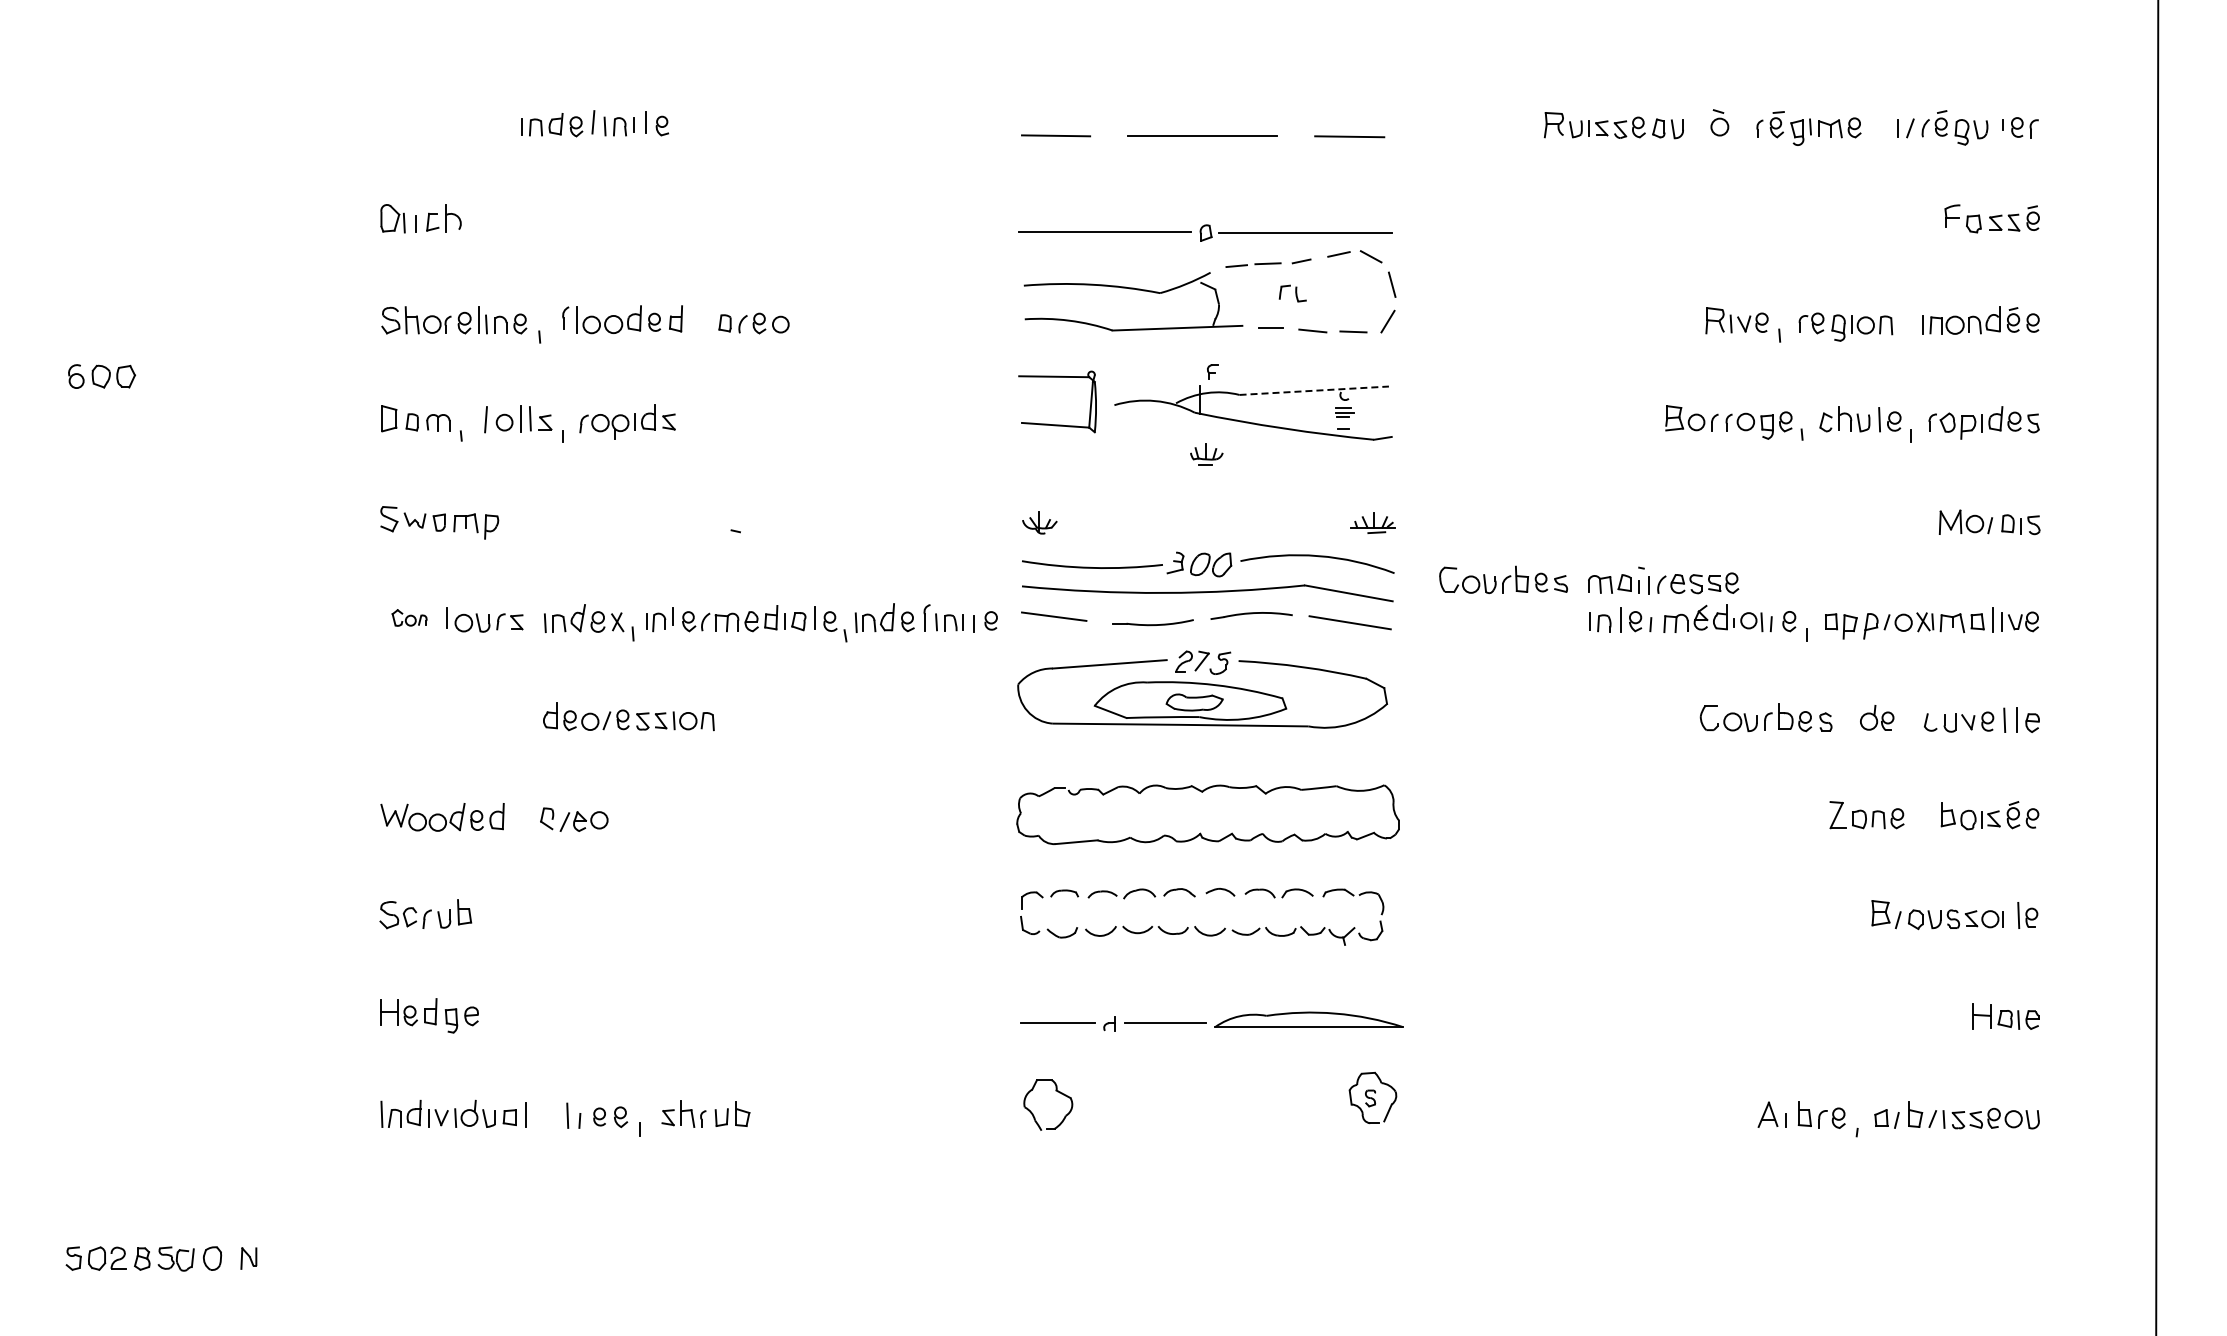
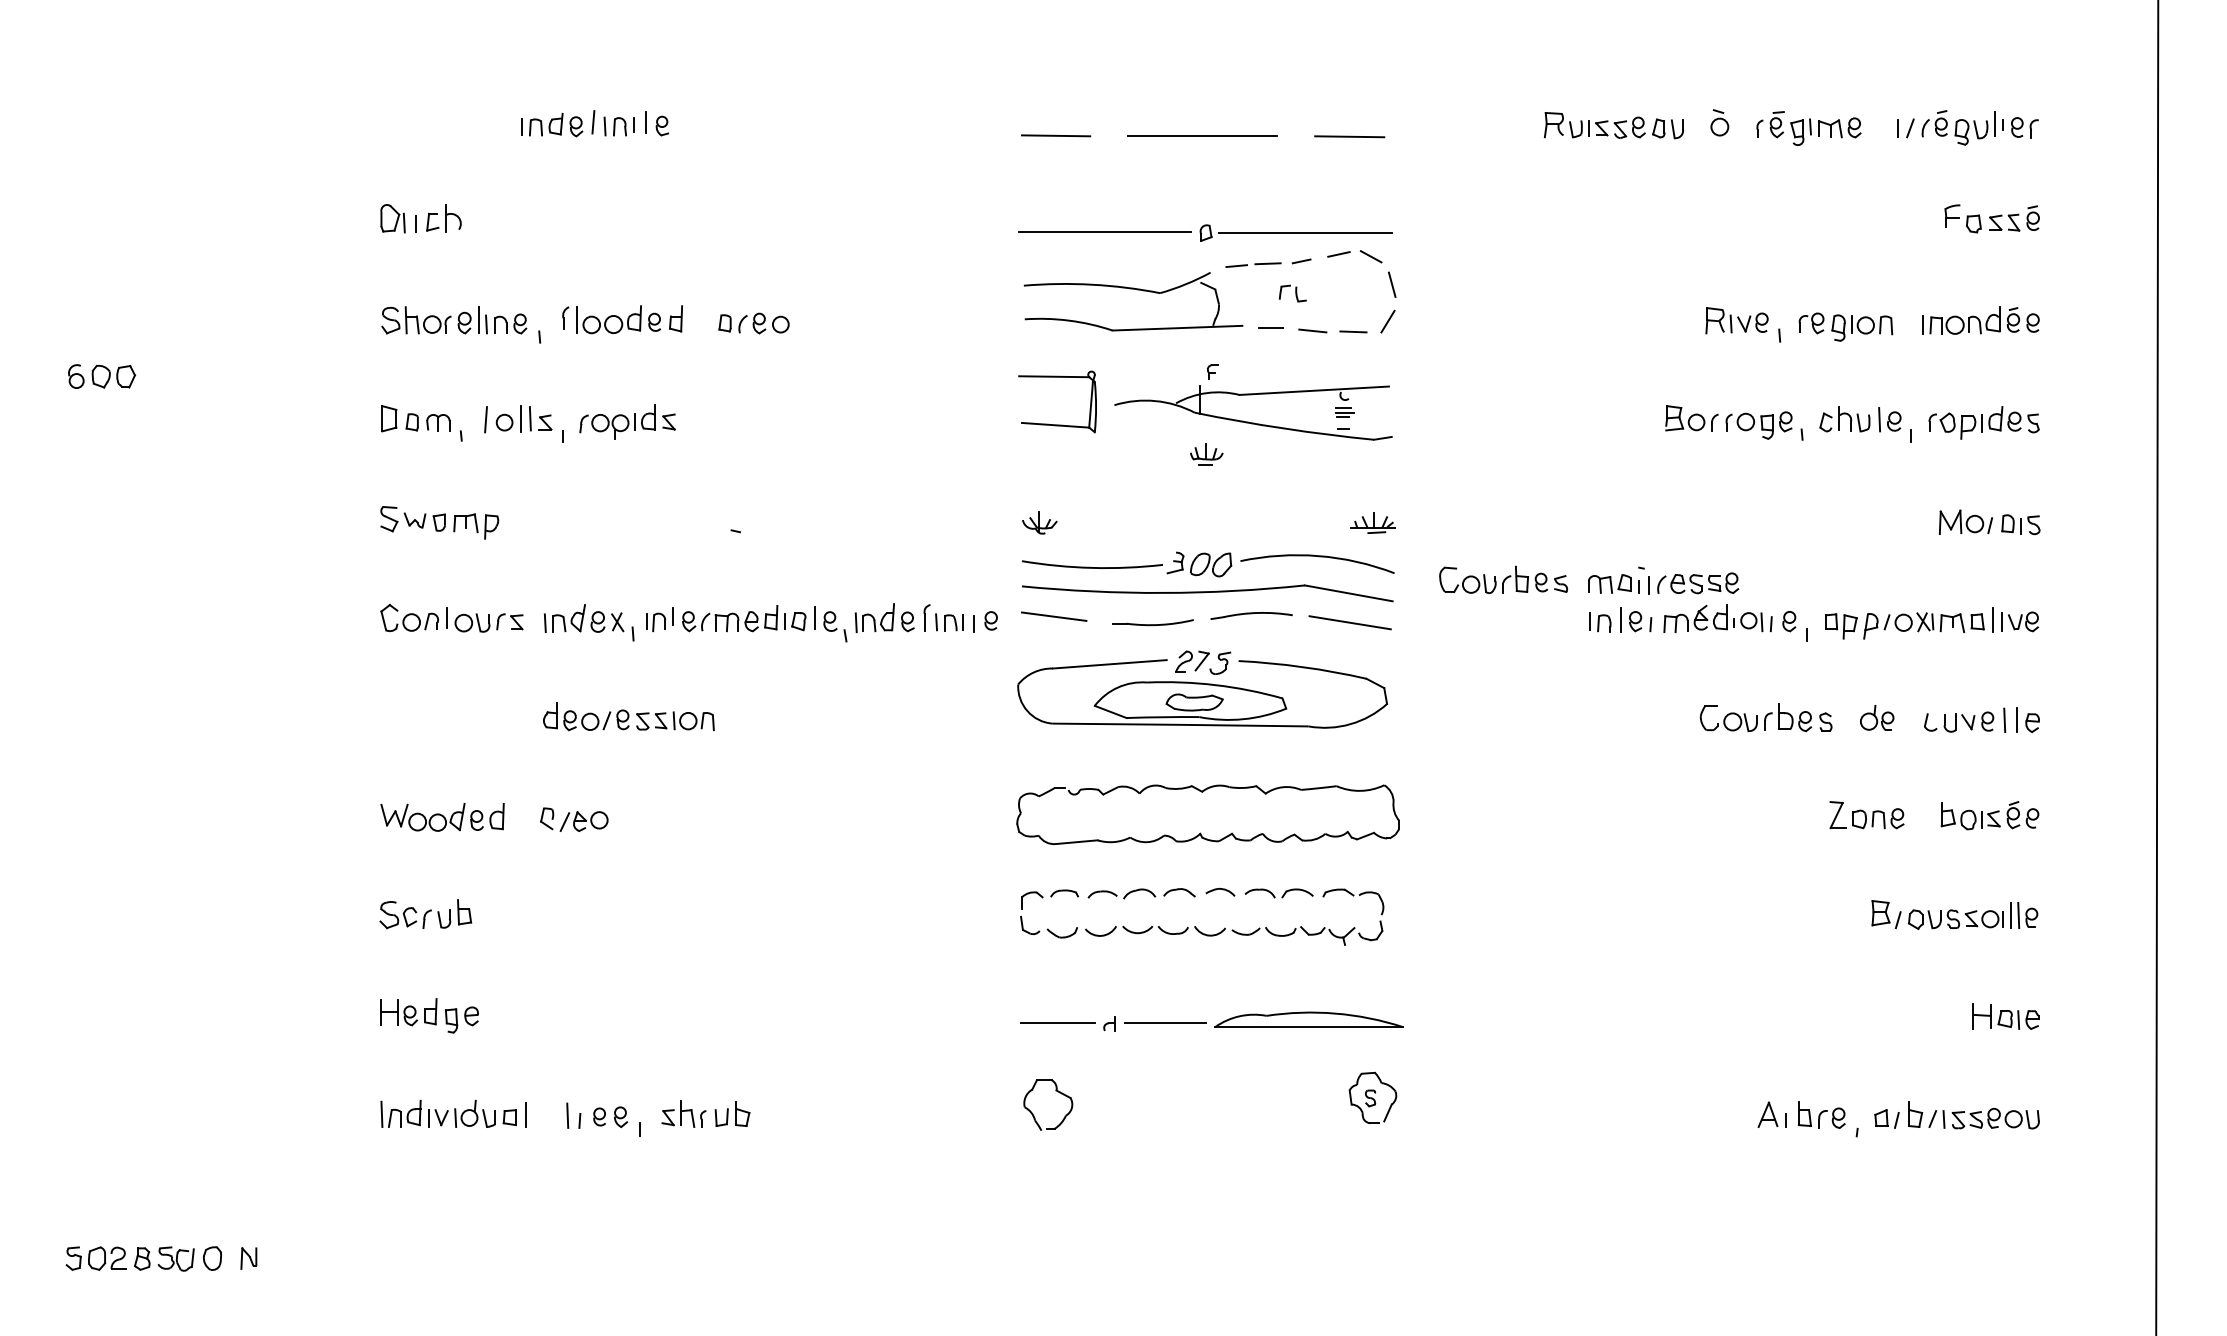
line at (1994, 124): none -> present
line at (1314, 390): dashed -> solid
part at (409, 617) size: 37x18 px -> 59x30 px
line at (2010, 915): none -> present
